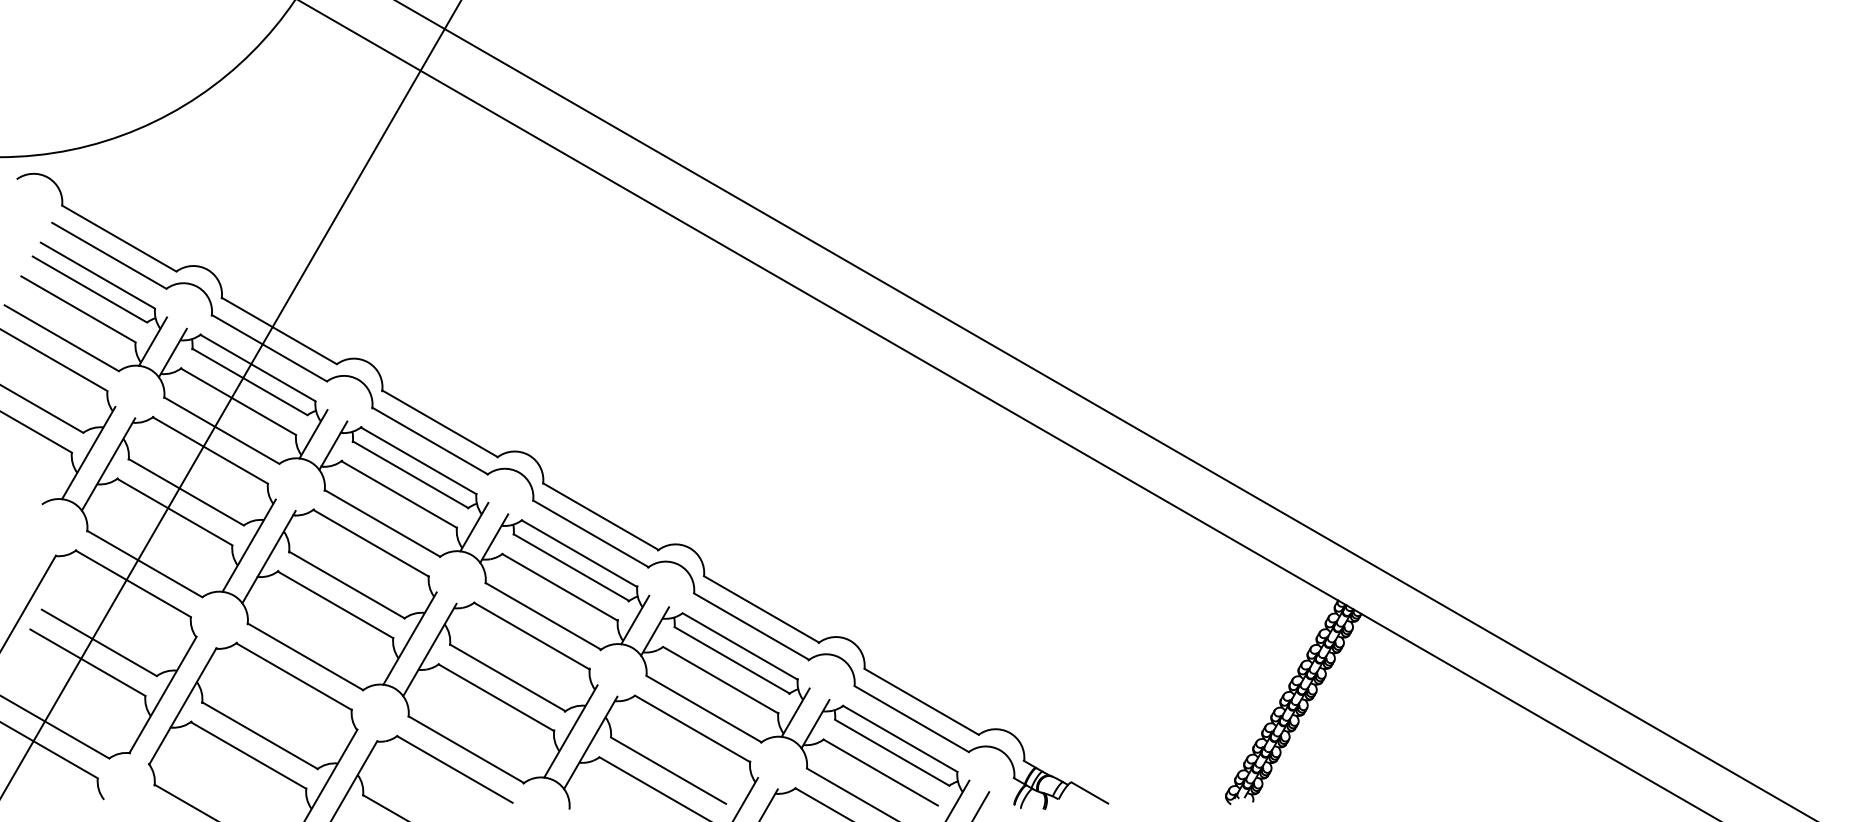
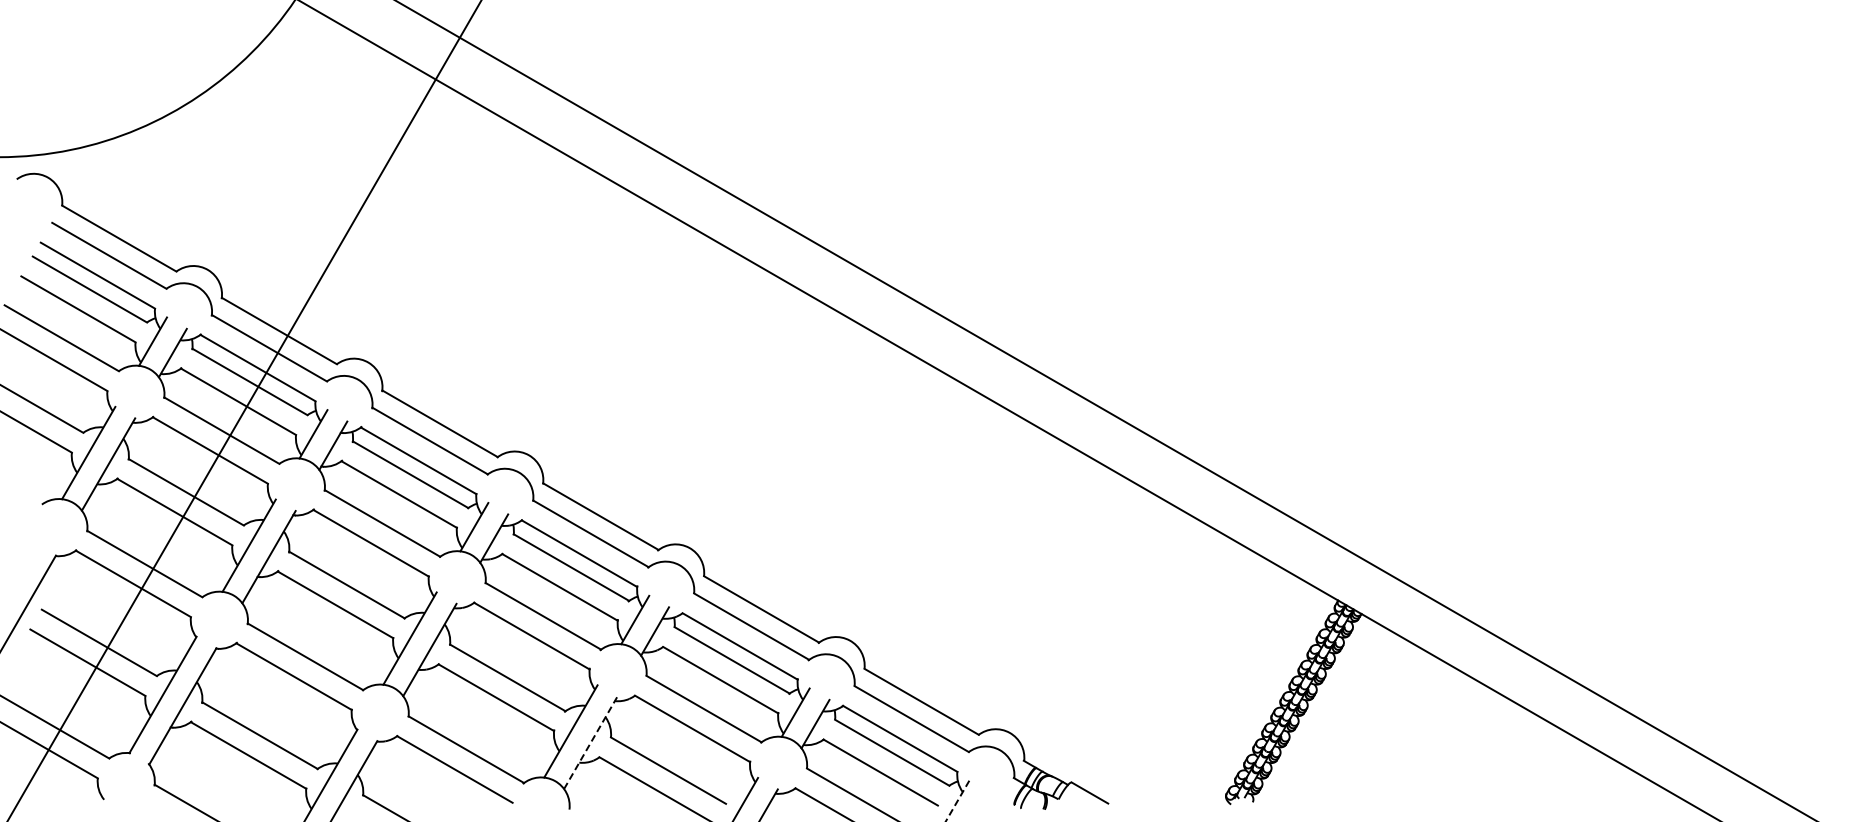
line at (231, 398) position: (231, 398) -> (244, 410)
line at (591, 742): solid -> dashed
line at (957, 801): solid -> dashed
line at (981, 805): present -> none
